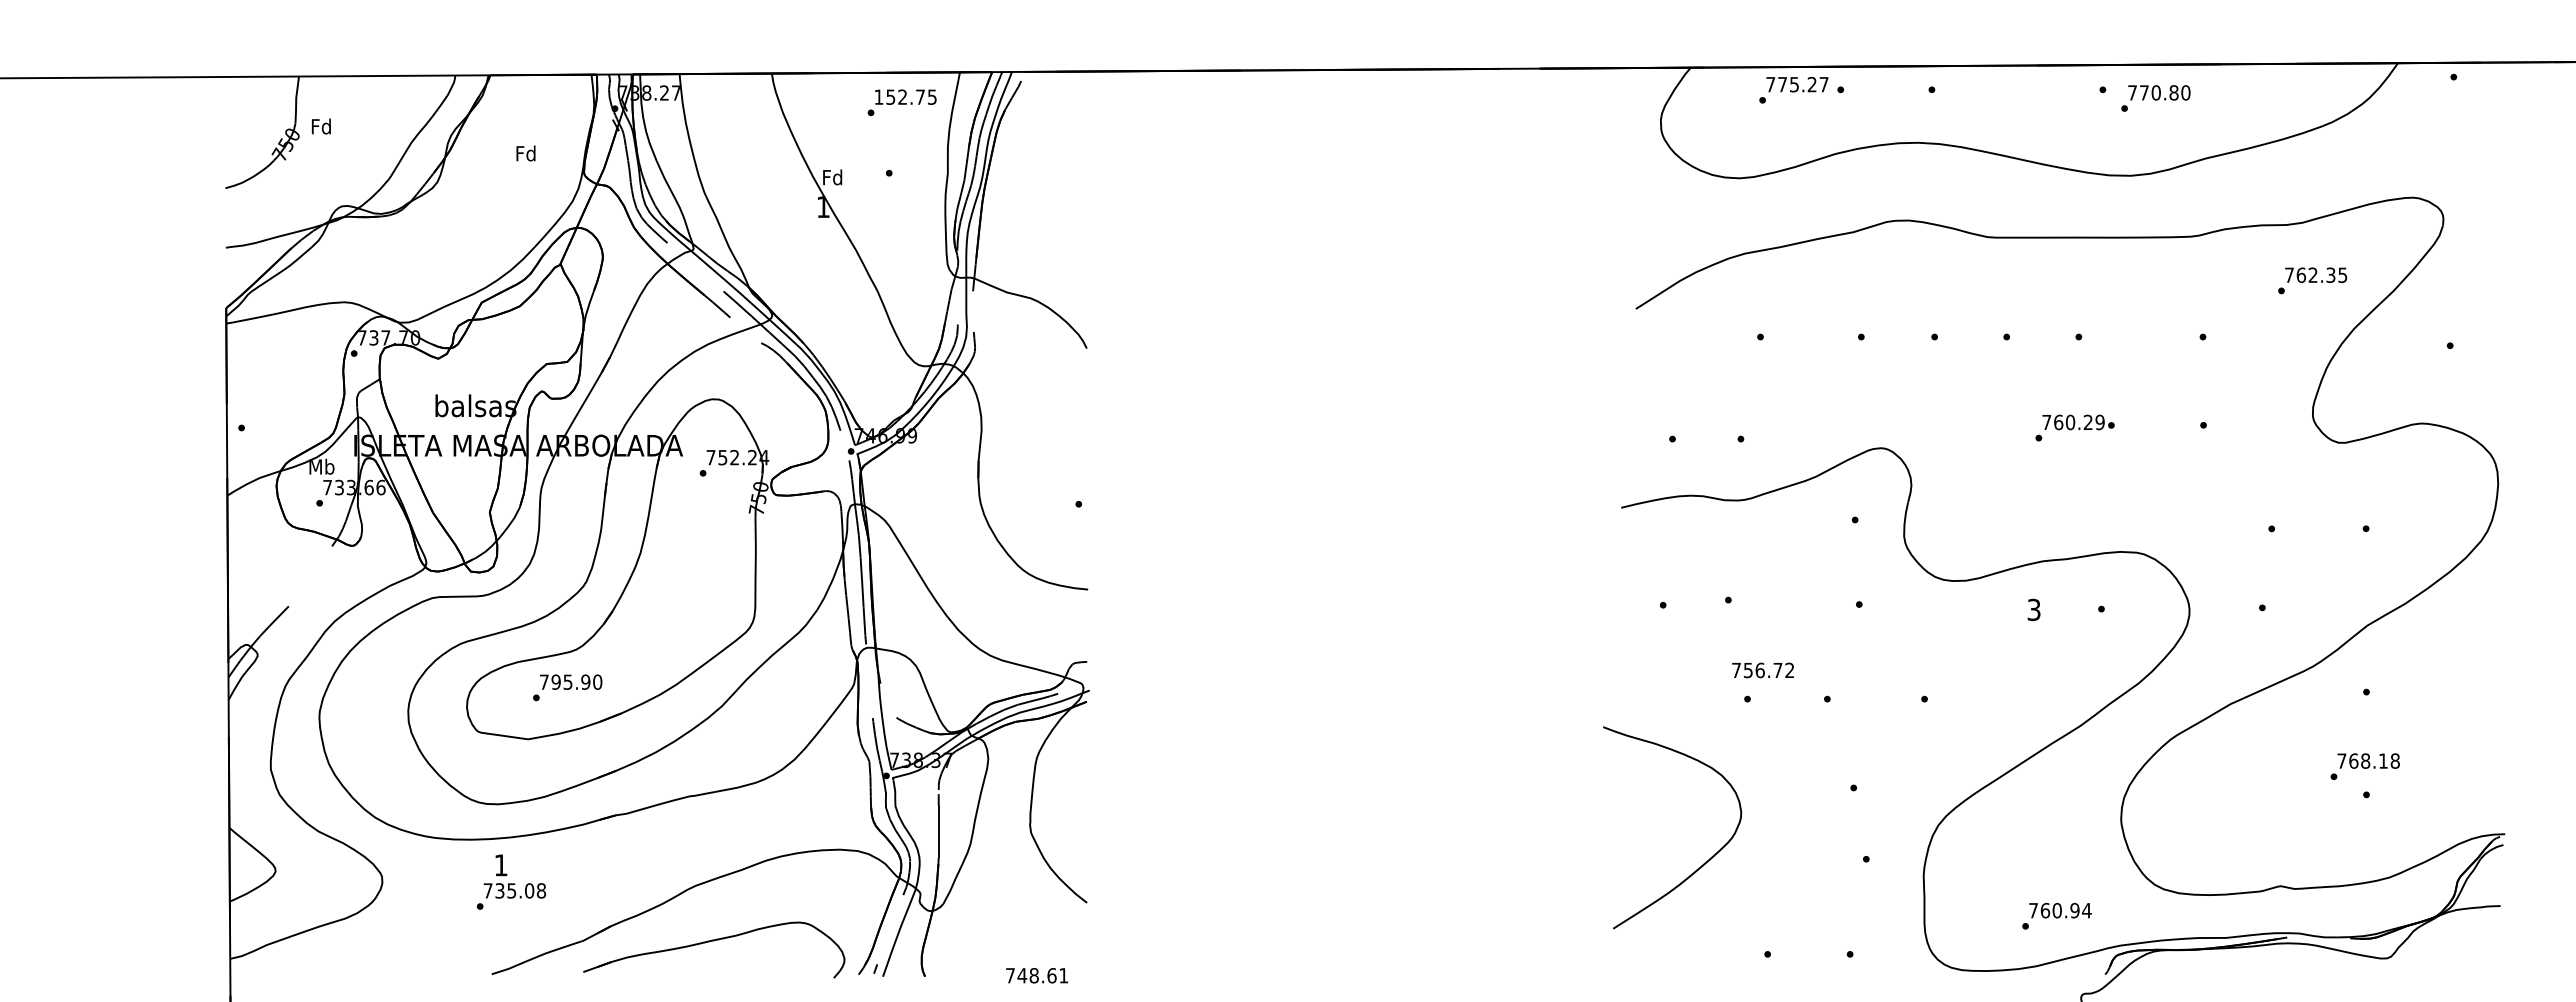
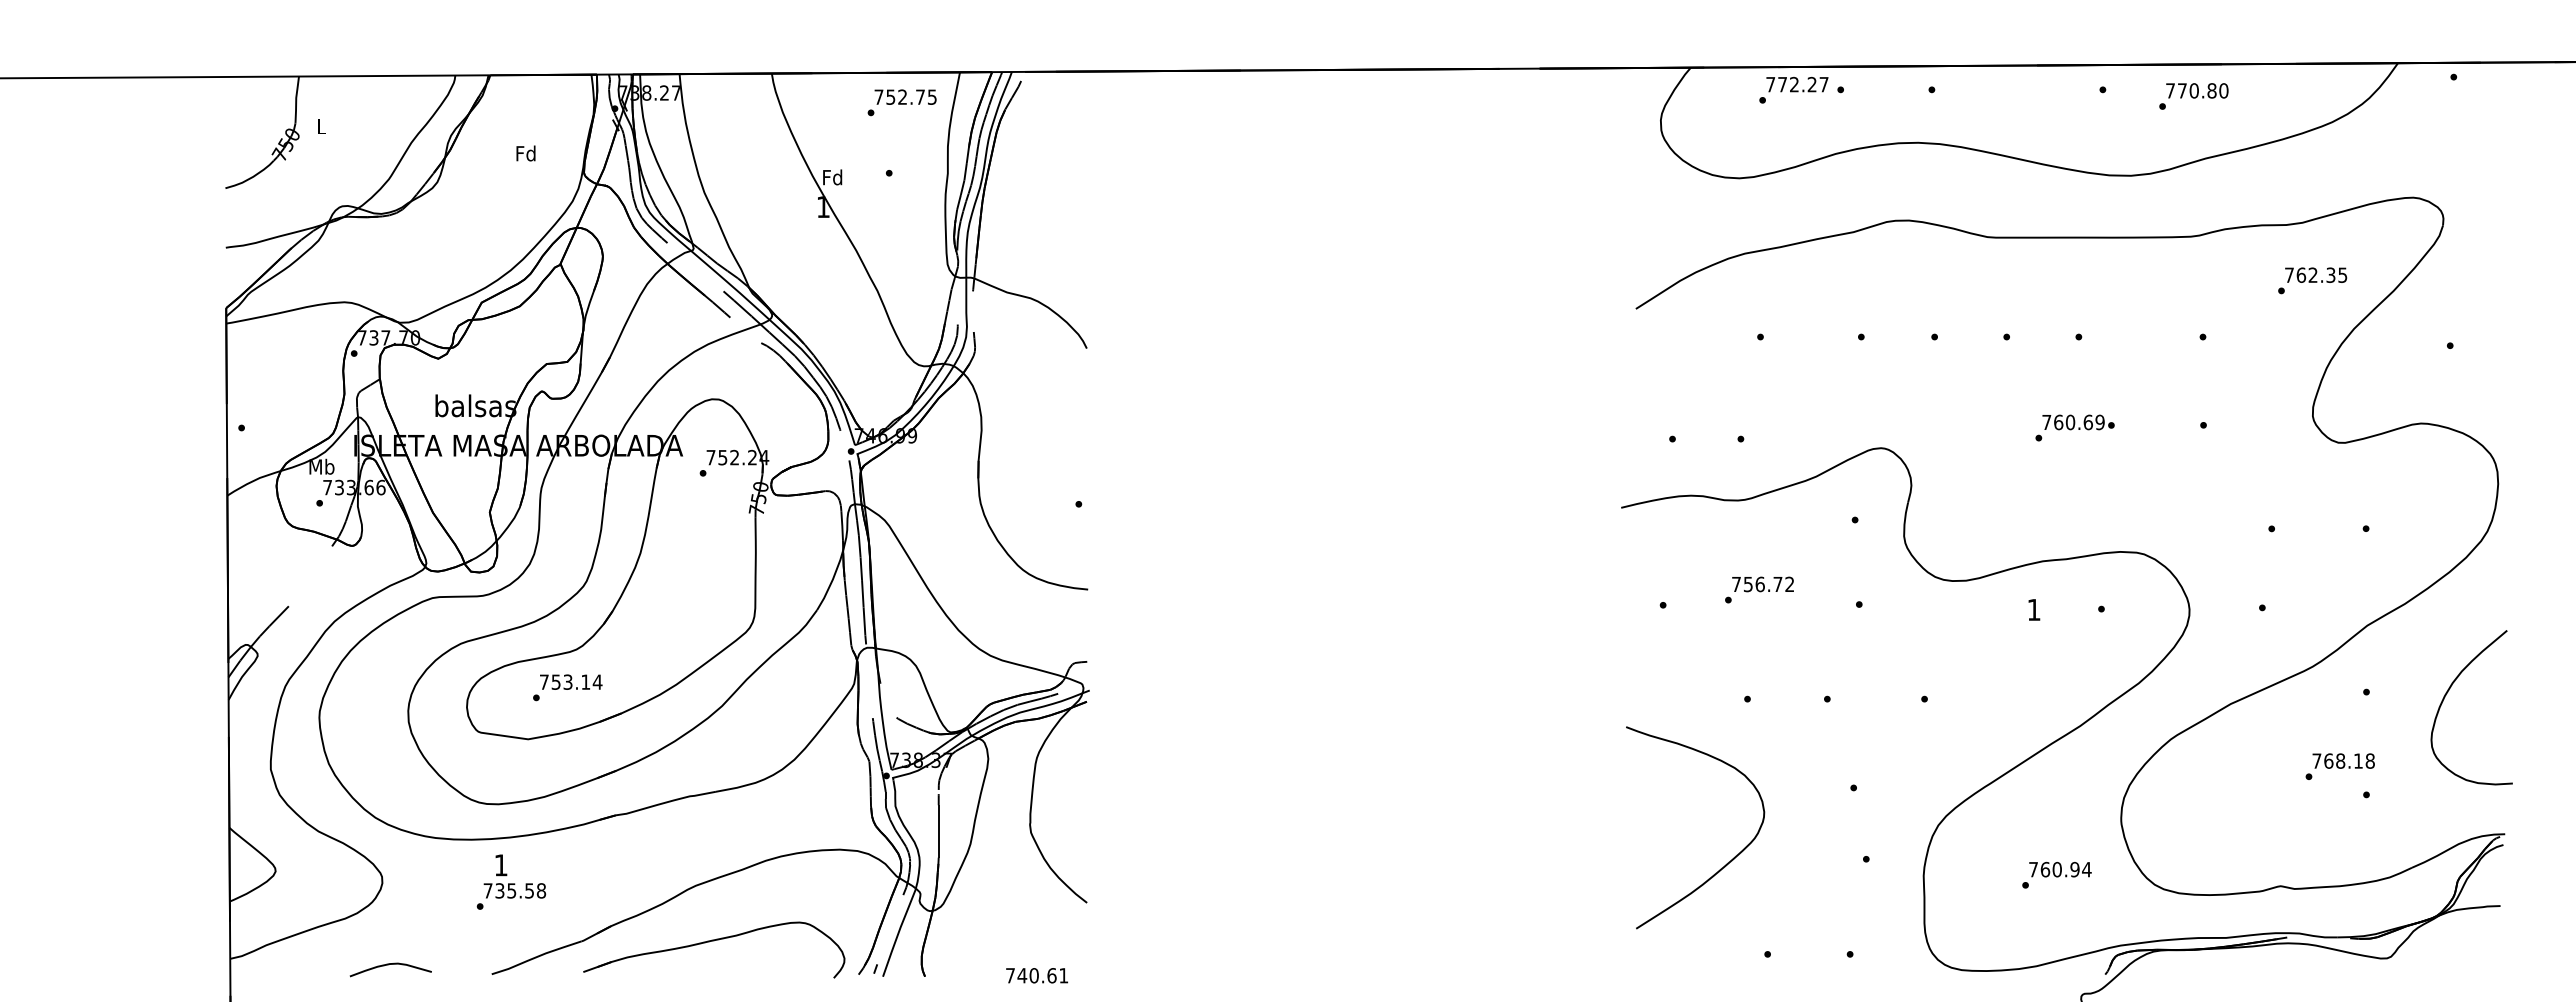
text at (1794, 84): 775.27 -> 772.27
text at (878, 96): 152.75 -> 752.75
text at (2155, 98) position: (2155, 98) -> (2193, 96)
text at (320, 126): Fd -> L
text at (2087, 422): 760.29 -> 760.69
text at (2033, 609): 3 -> 1
text at (1762, 670) position: (1762, 670) -> (1762, 584)
text at (576, 681): 795.90 -> 753.14
curve at (2448, 692): none -> present
text at (2364, 766) position: (2364, 766) -> (2339, 766)
curve at (1704, 862) position: (1704, 862) -> (1727, 862)
text at (529, 890): 735.08 -> 735.58
text at (2056, 915) position: (2056, 915) -> (2056, 874)
curve at (388, 965): none -> present
text at (1033, 975): 748.61 -> 740.61
